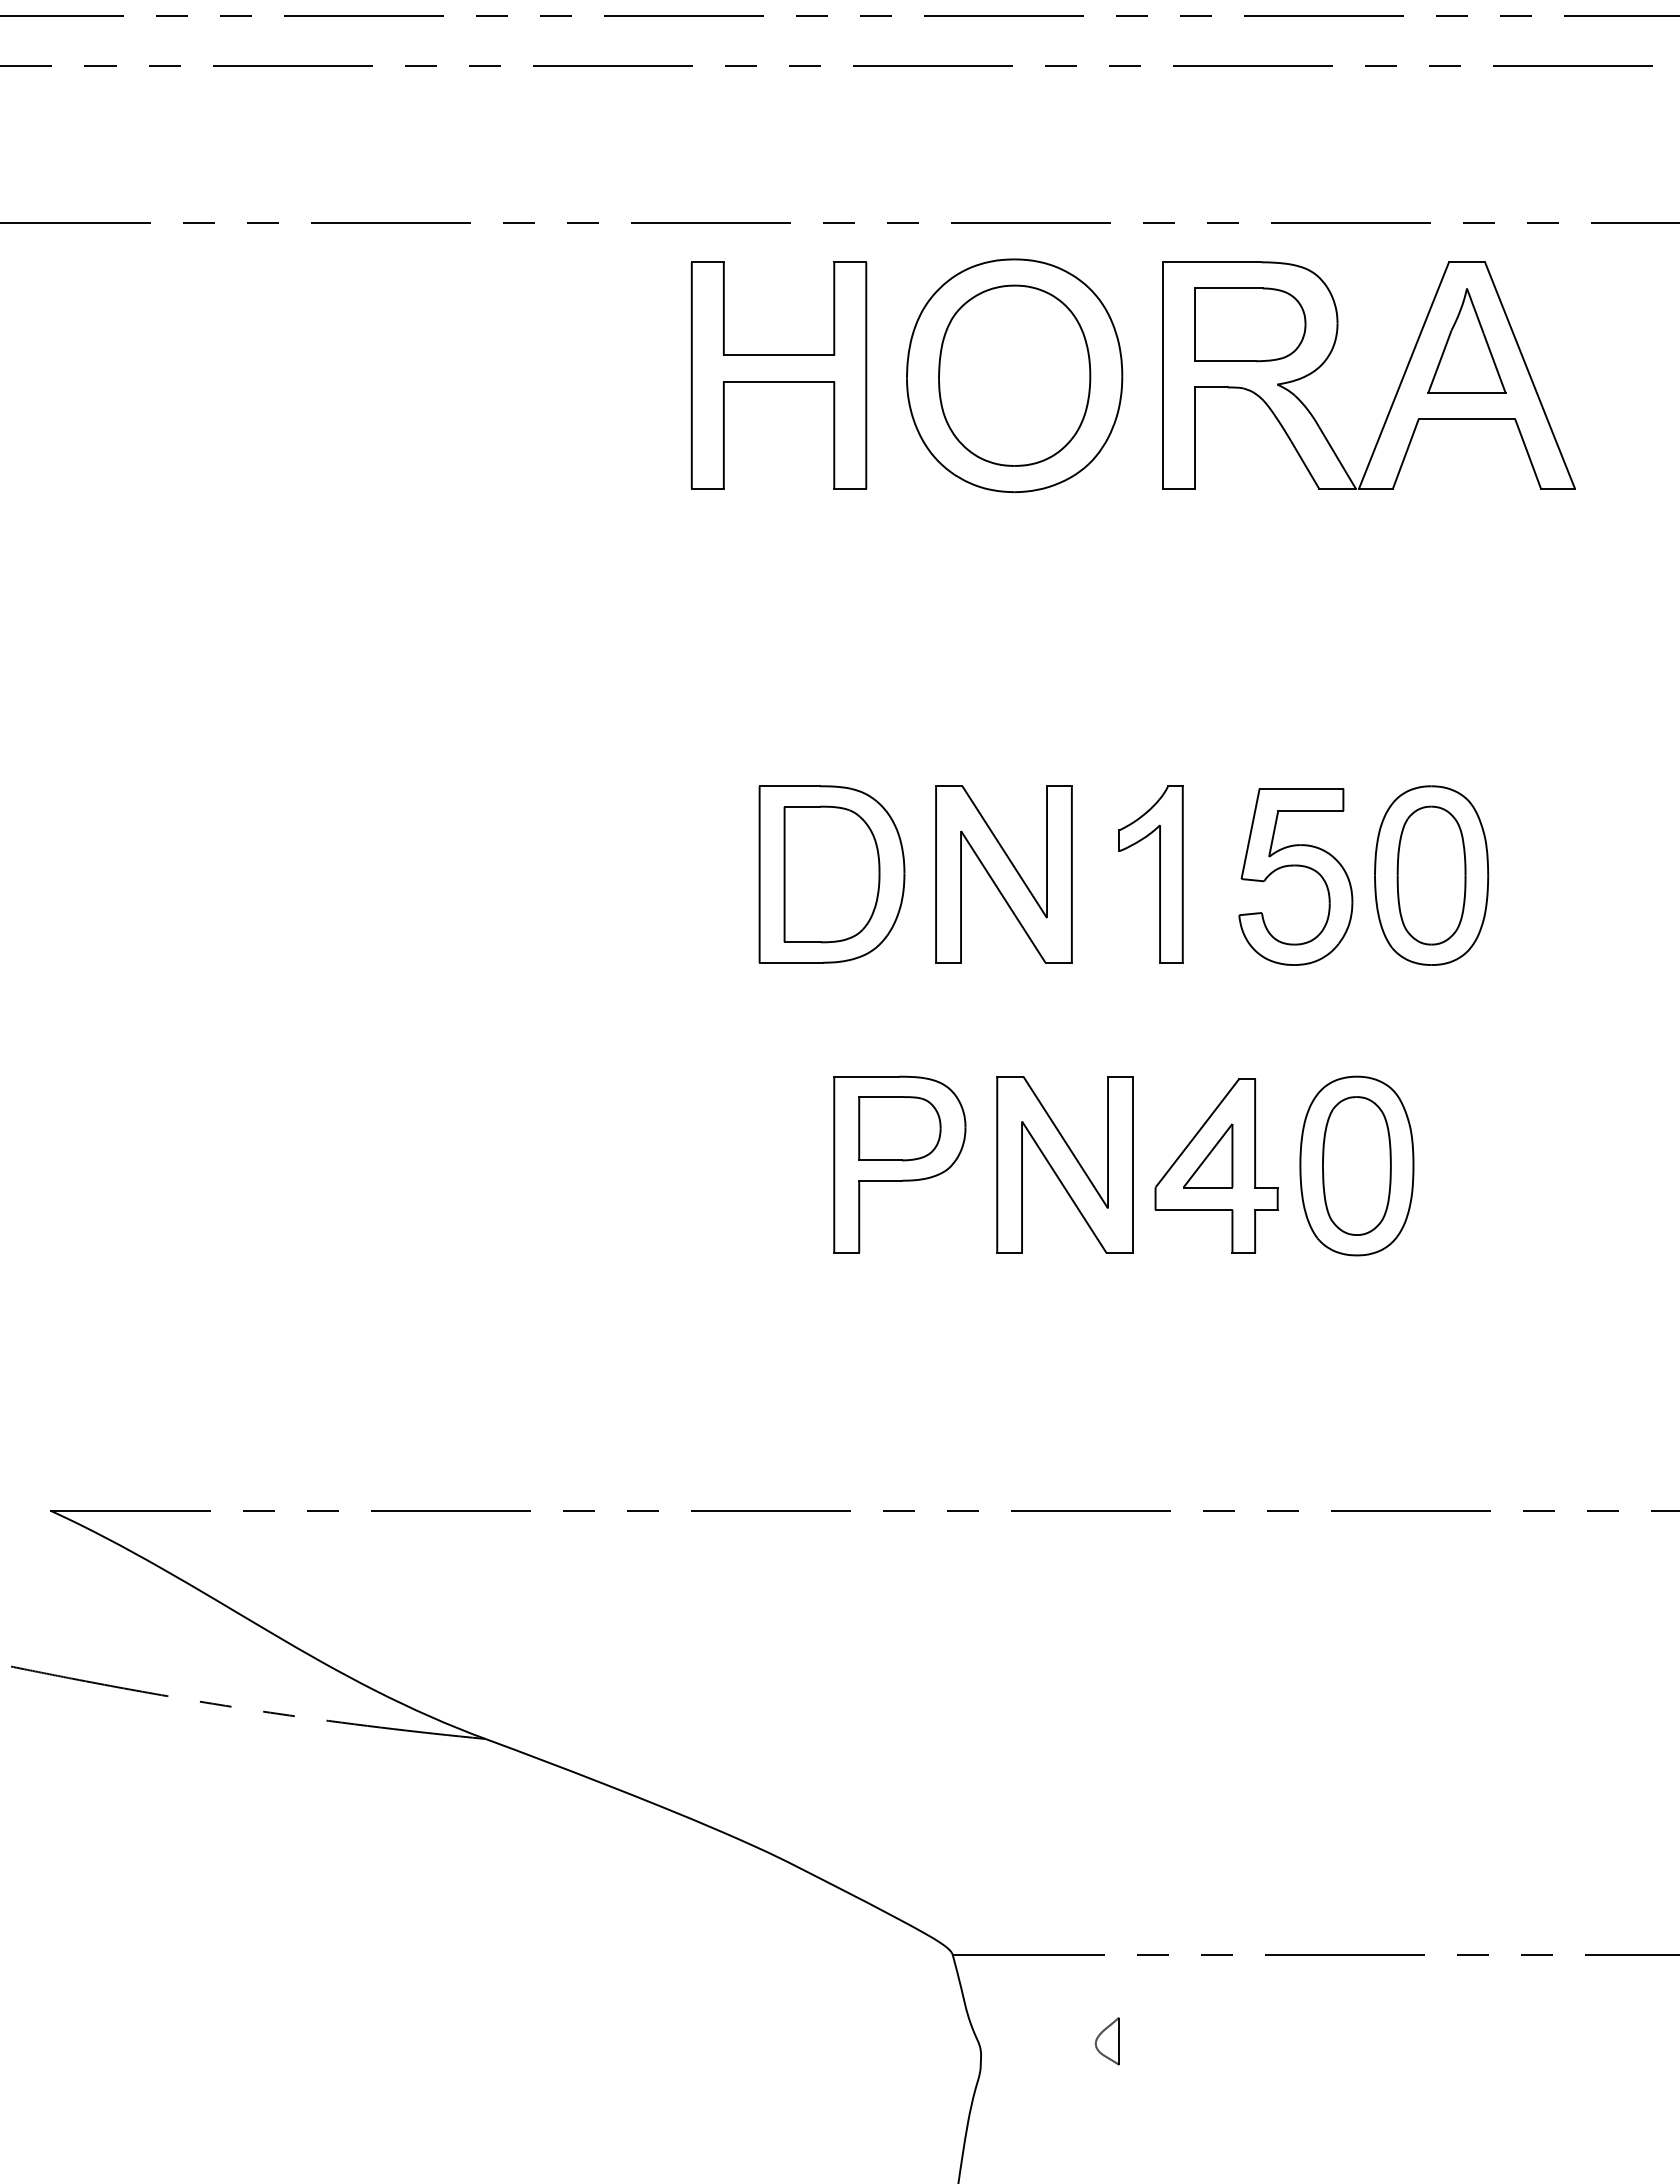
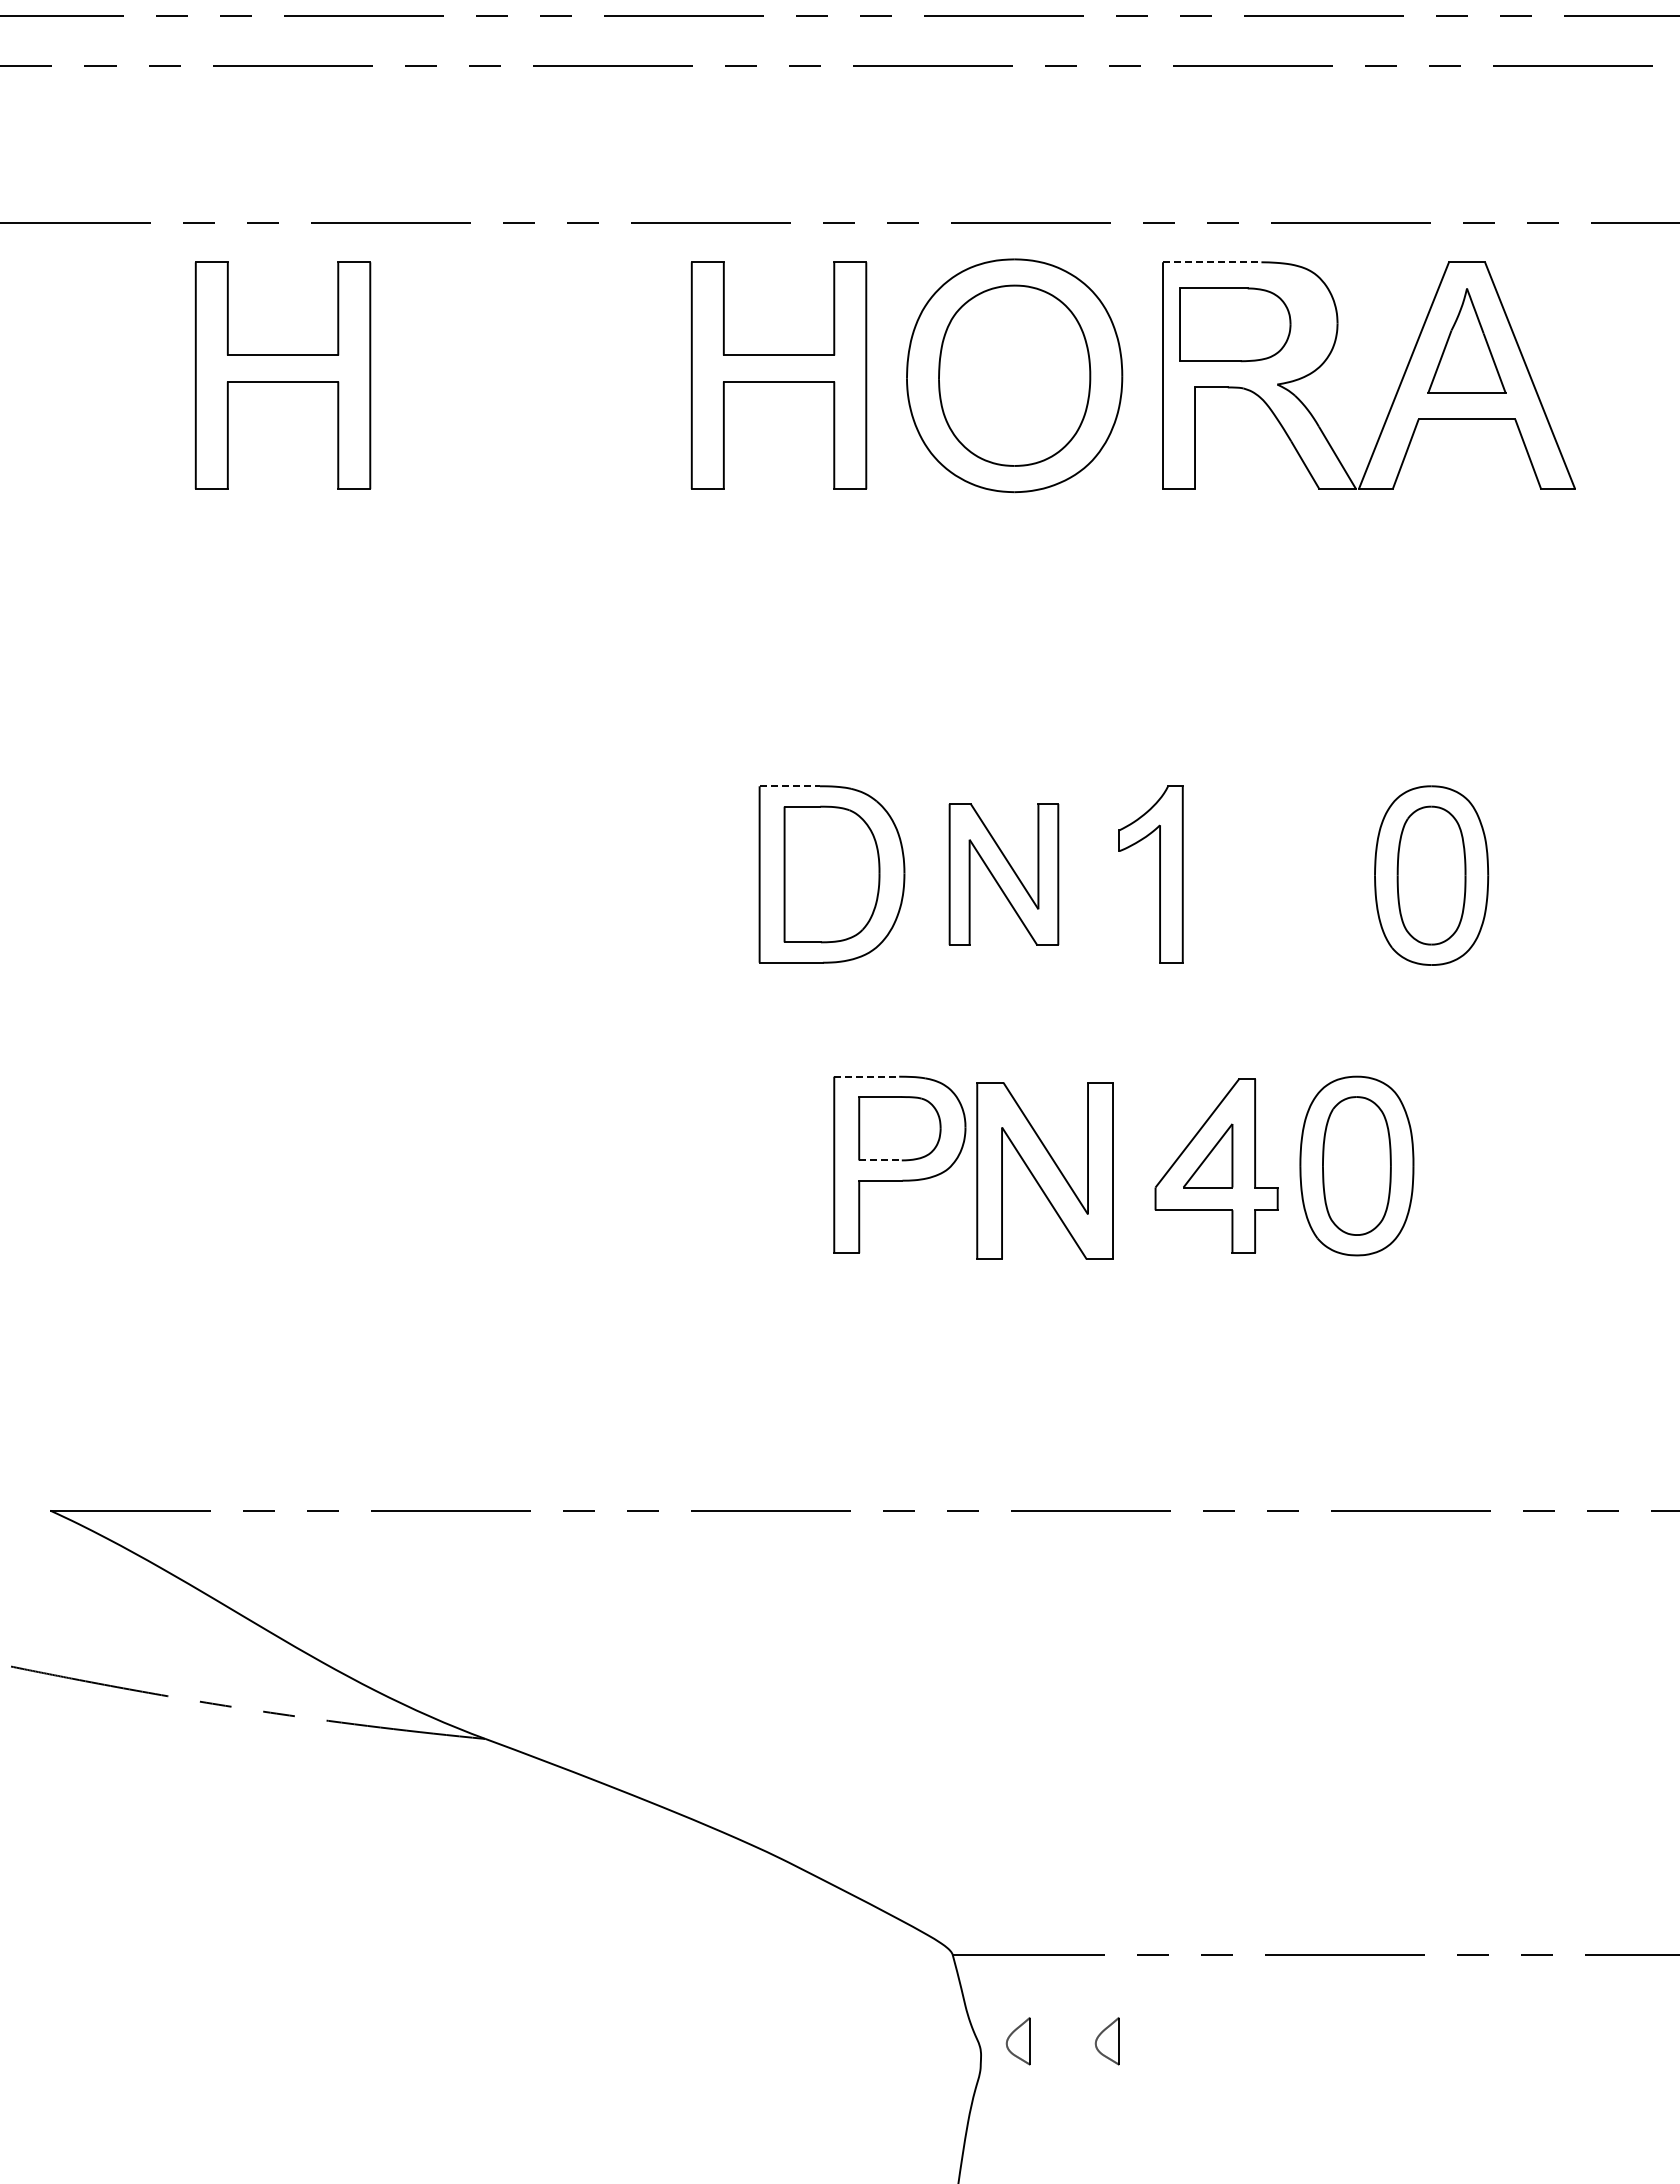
line at (1212, 262): solid -> dashed
part at (1250, 324) position: (1250, 324) -> (1235, 324)
part at (282, 375): none -> present
line at (790, 786): solid -> dashed
part at (1295, 866): present -> none
part at (1003, 874) size: 138x179 px -> 112x143 px
line at (867, 1076): solid -> dashed
line at (881, 1160): solid -> dashed
part at (1064, 1164) position: (1064, 1164) -> (1044, 1170)
part at (1017, 2041): none -> present
